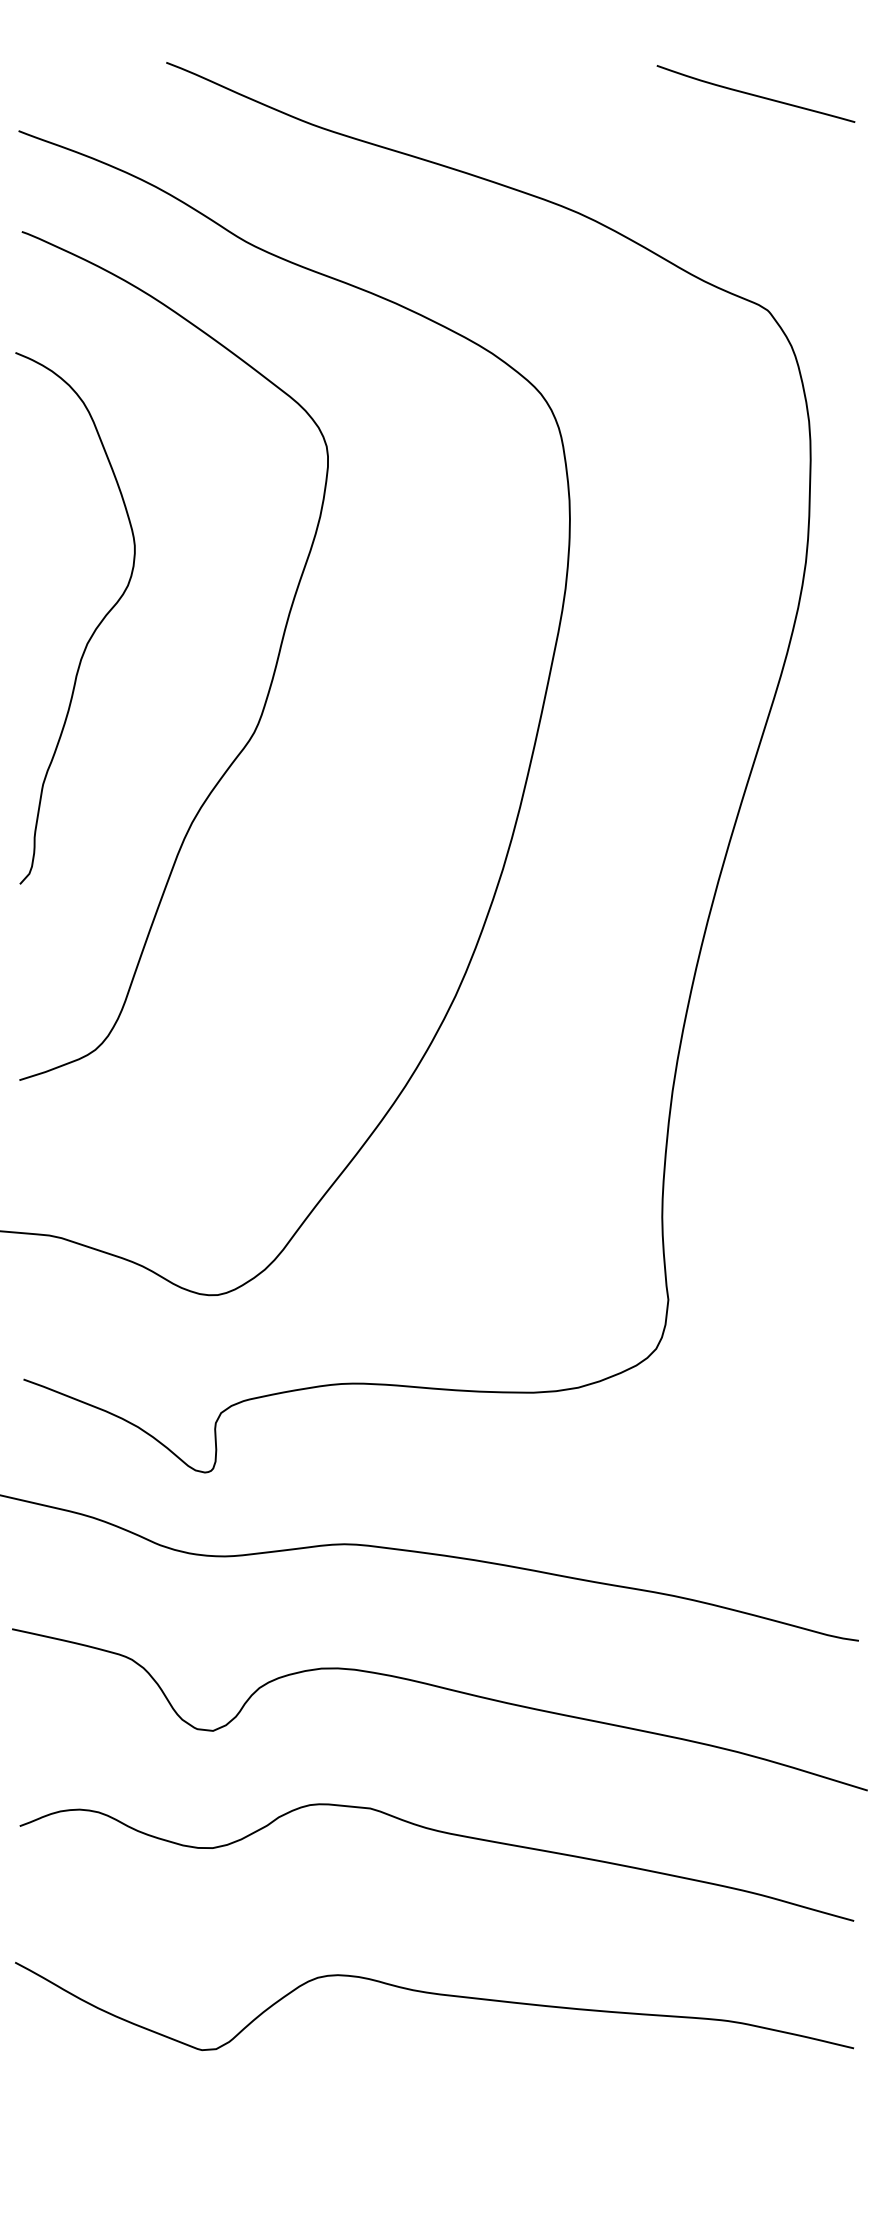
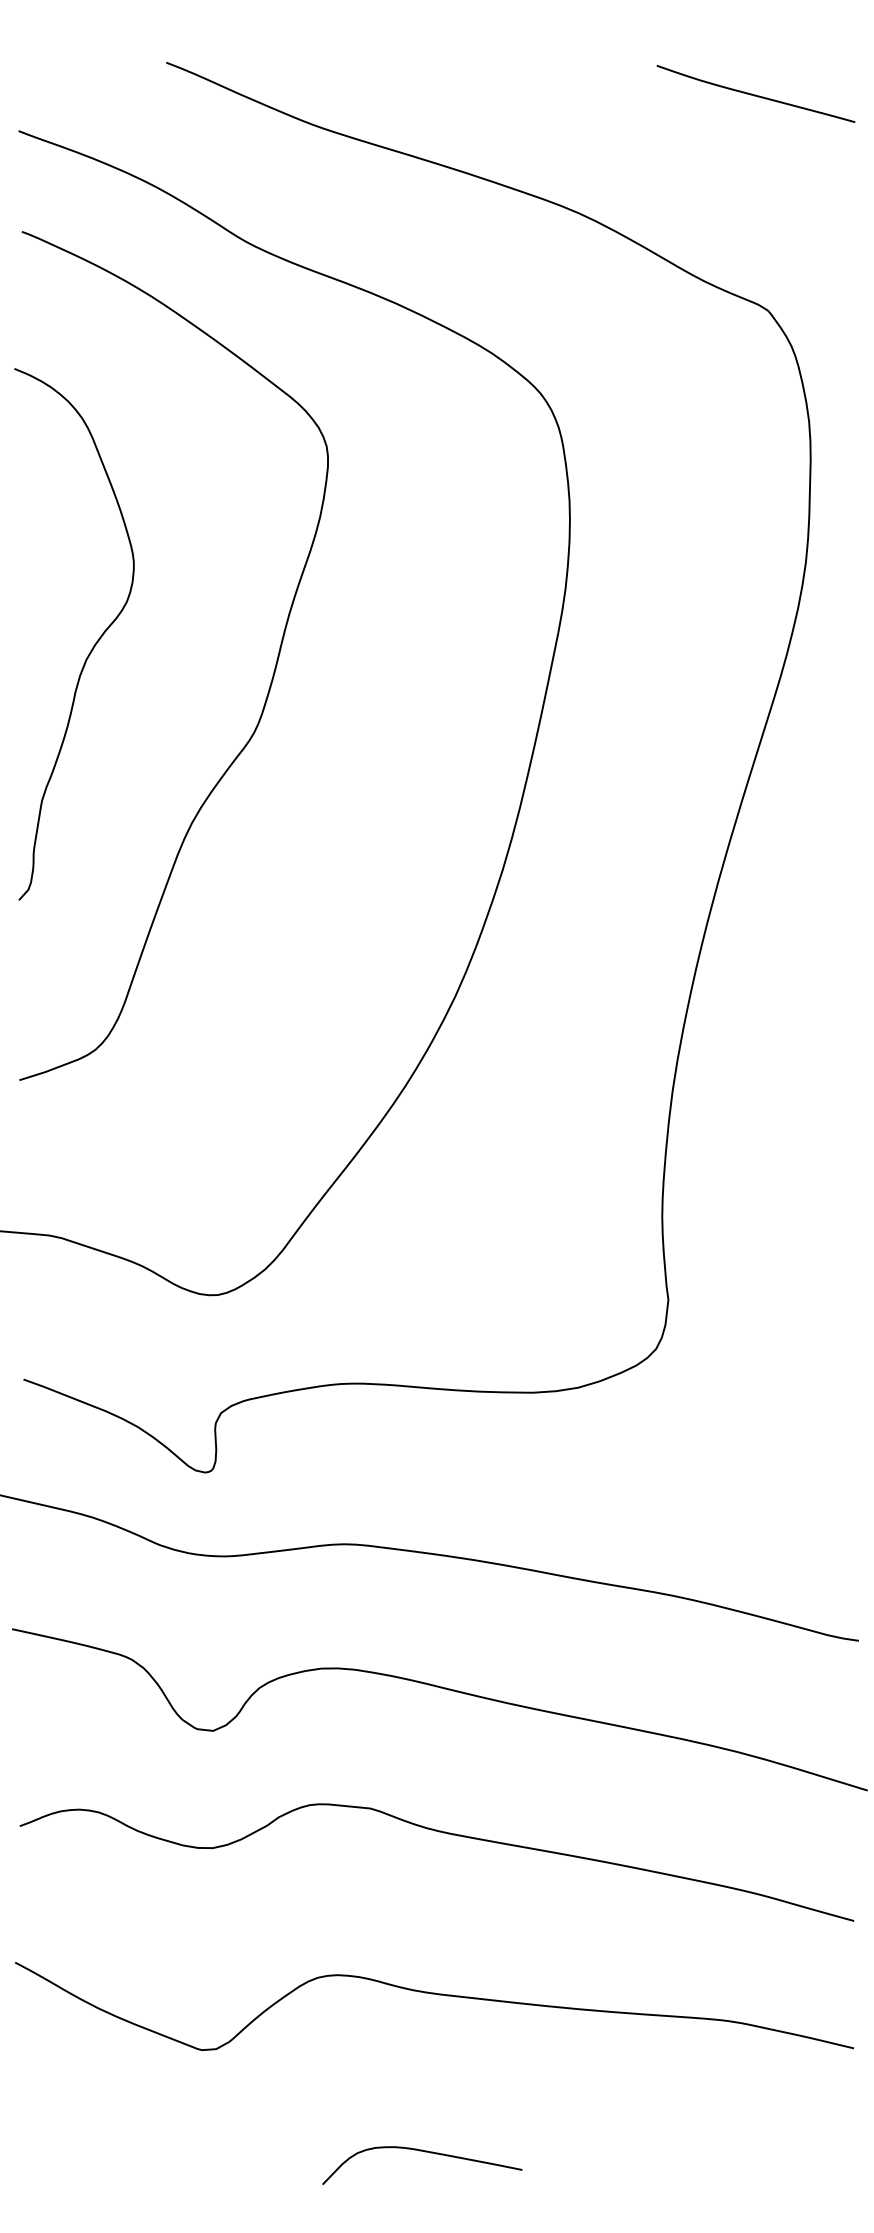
curve at (94, 629) position: (94, 629) -> (93, 645)
curve at (424, 2152): none -> present
